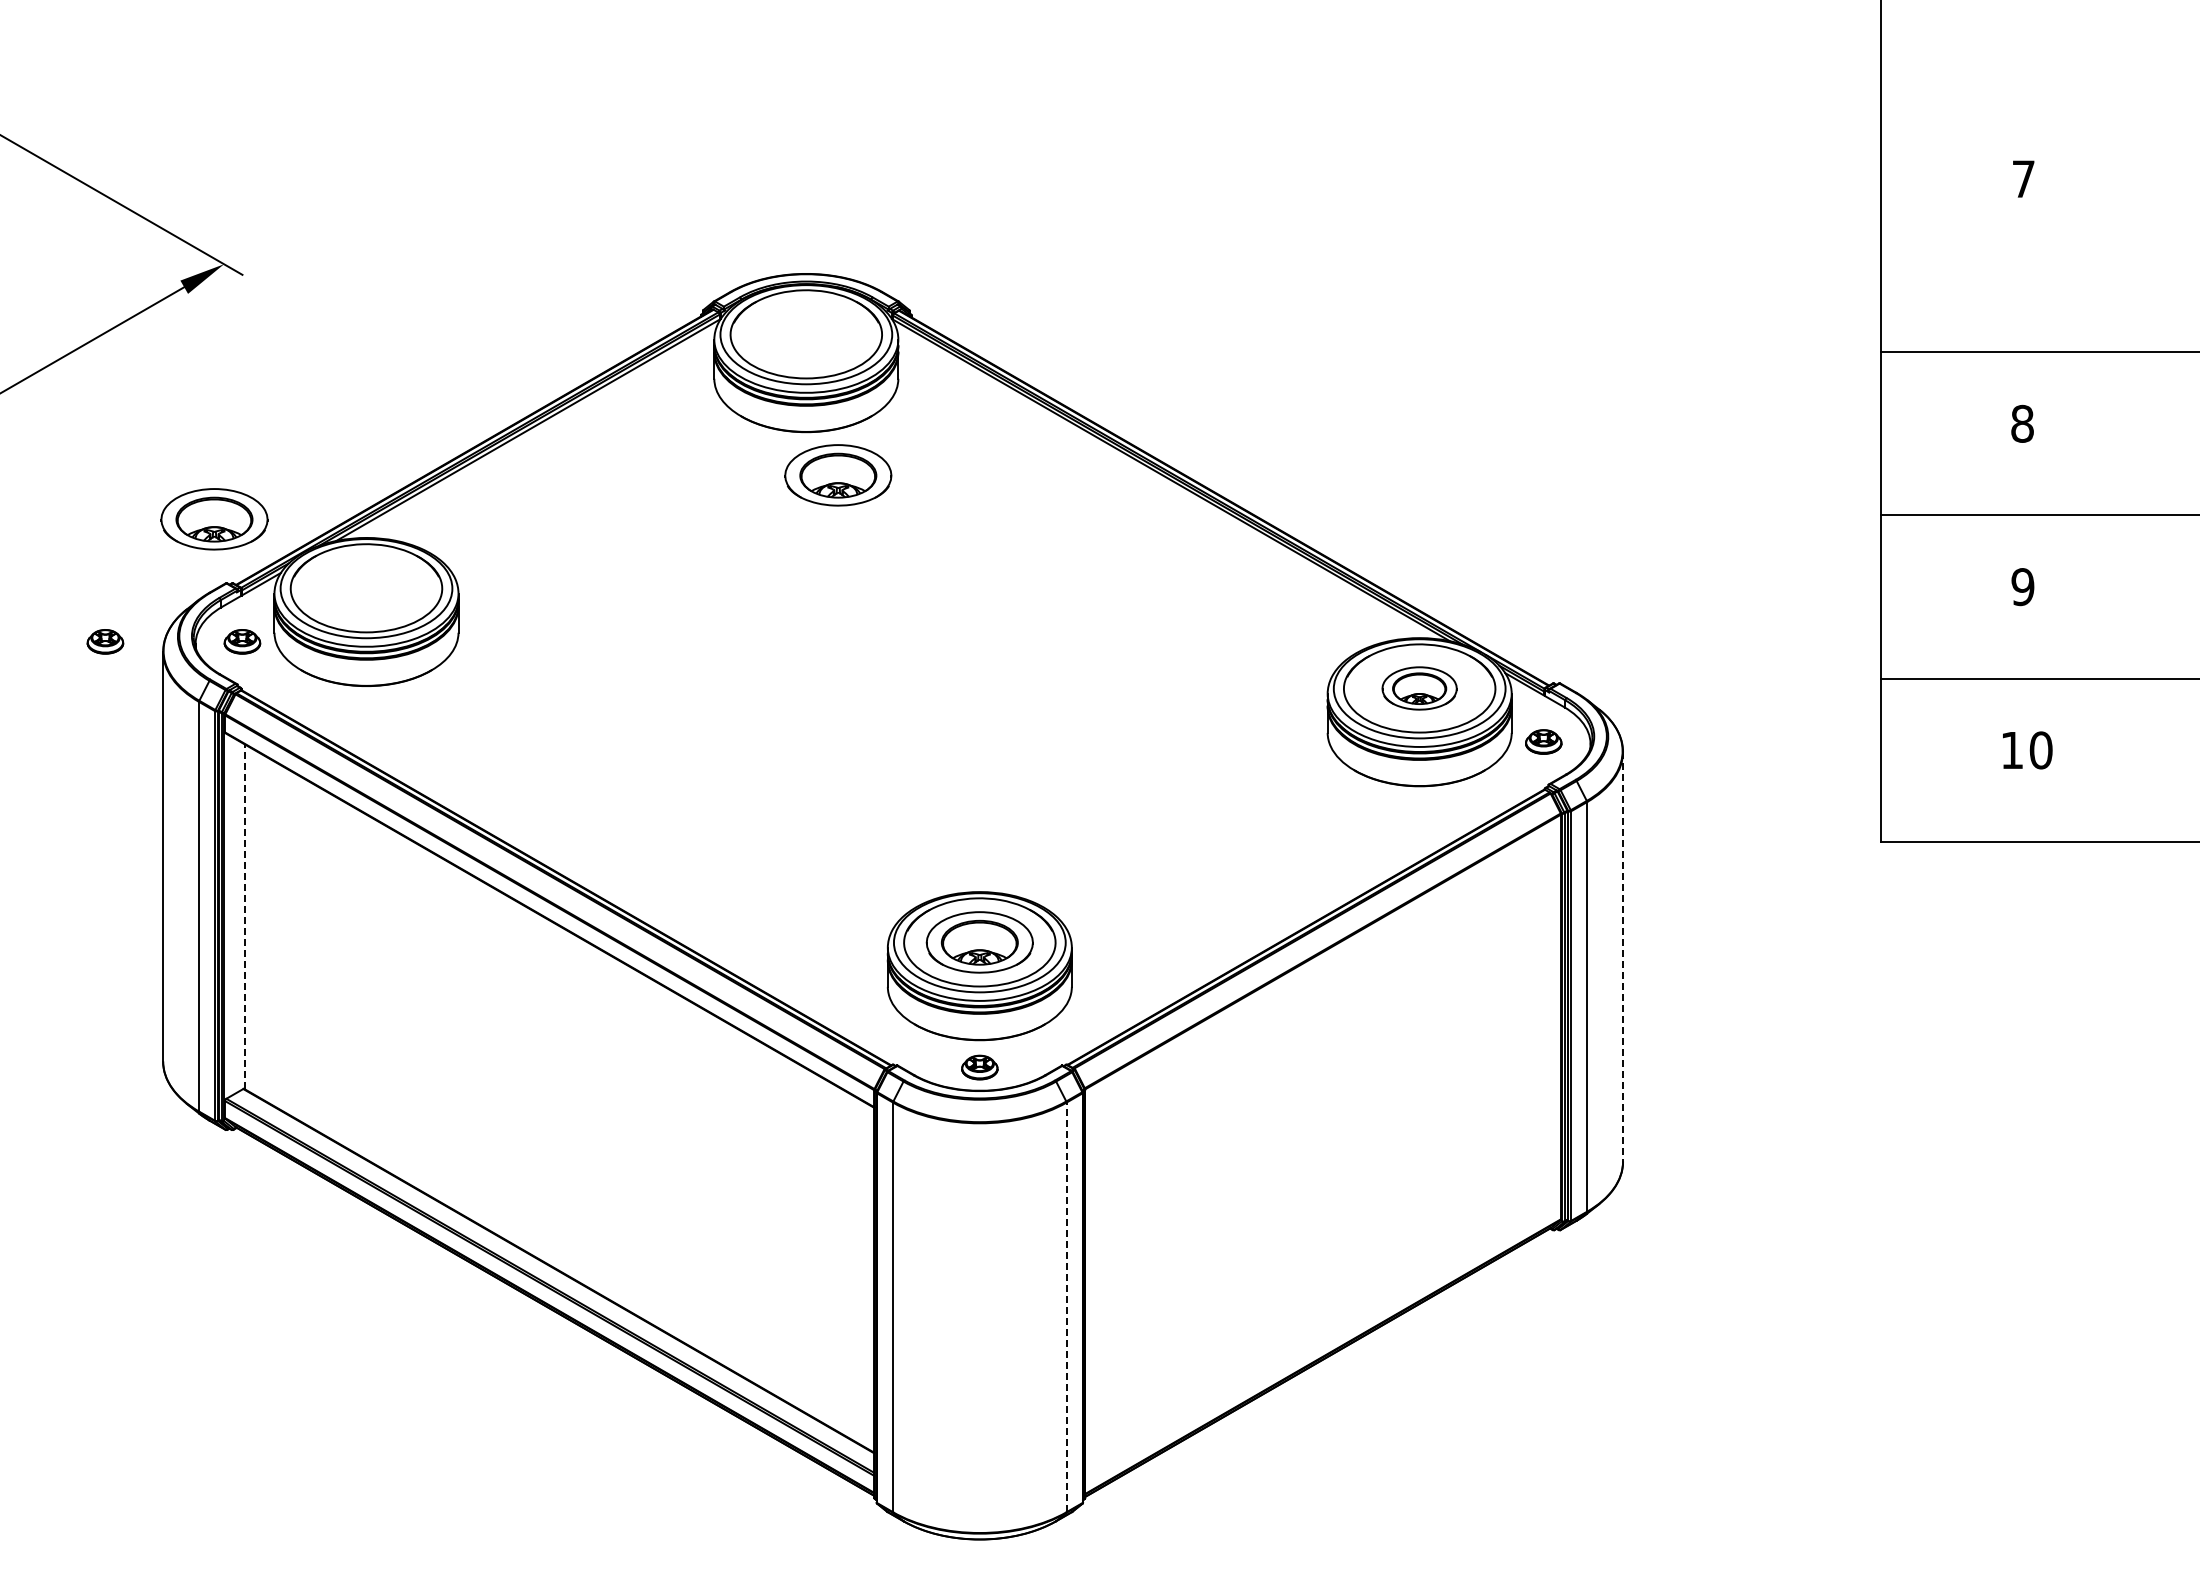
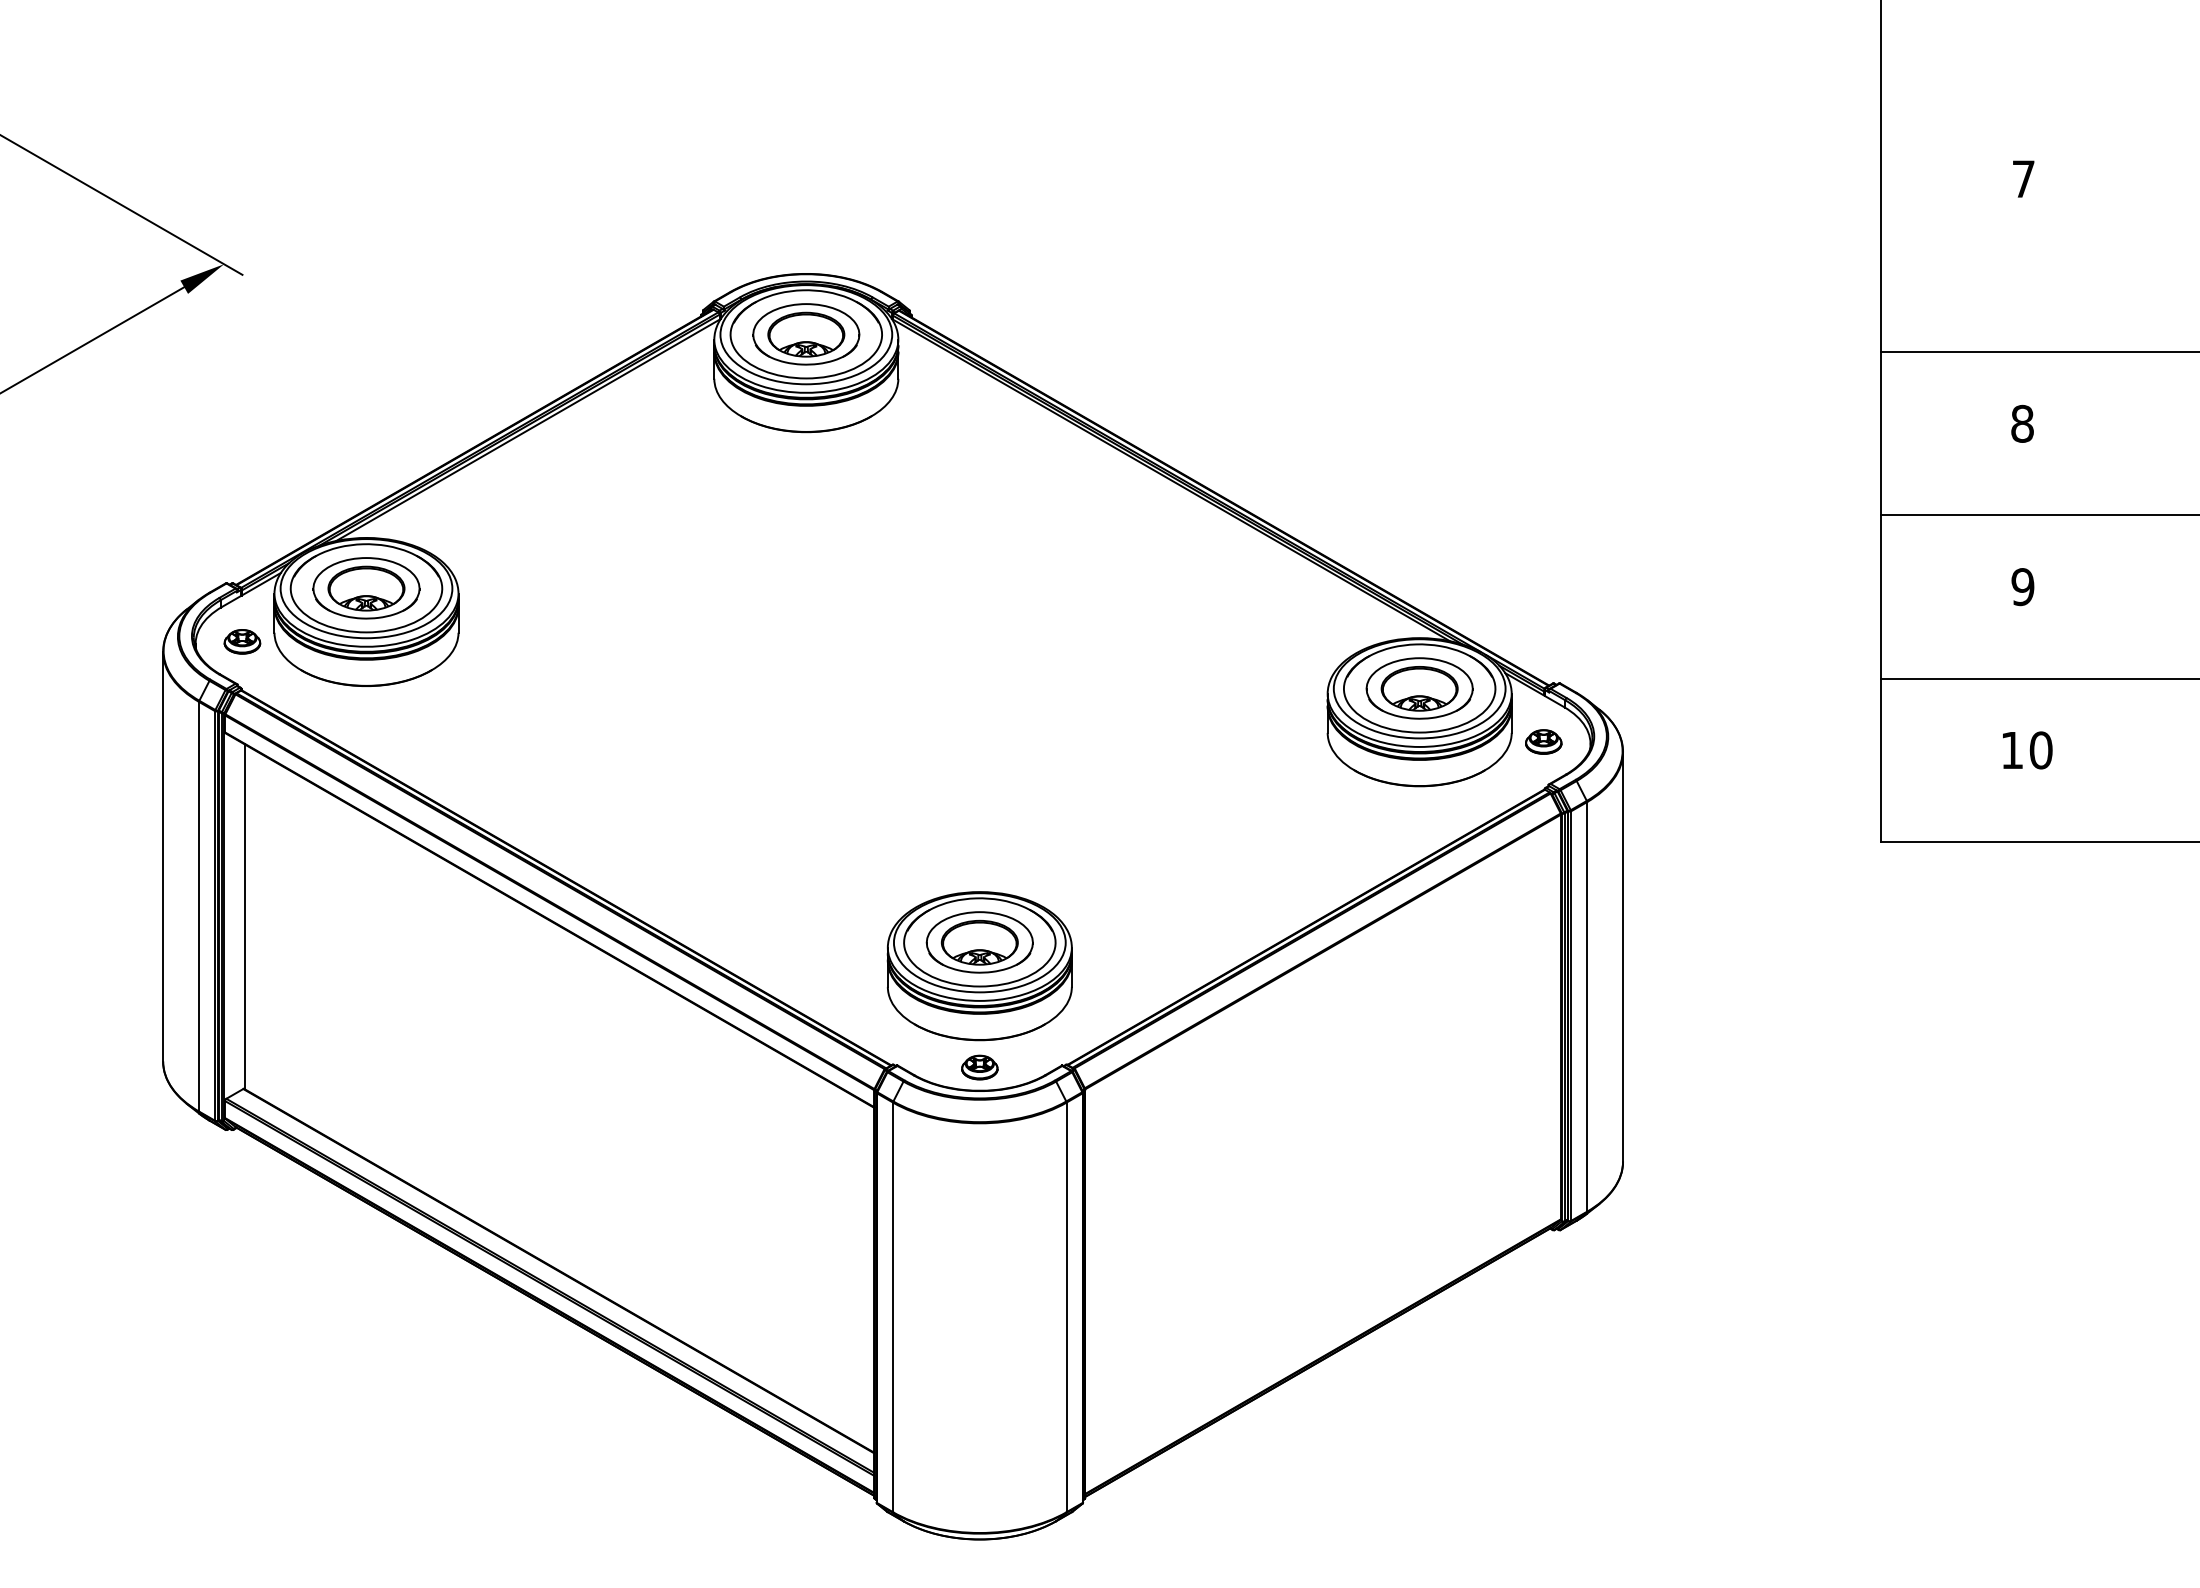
part at (838, 475) position: (838, 475) -> (806, 334)
part at (214, 519) position: (214, 519) -> (366, 588)
part at (105, 641): present -> none
part at (1419, 688) size: 77x45 px -> 109x63 px
line at (244, 916): dashed -> solid
line at (1623, 956): dashed -> solid
line at (1066, 1307): dashed -> solid
